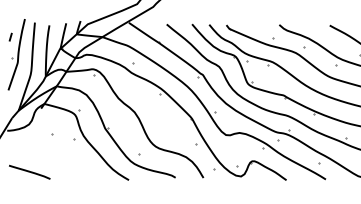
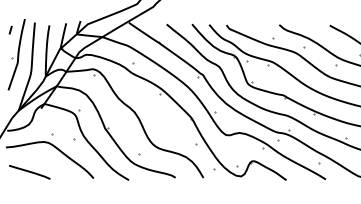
line at (10, 36) position: (10, 36) -> (10, 29)
curve at (56, 149): none -> present
